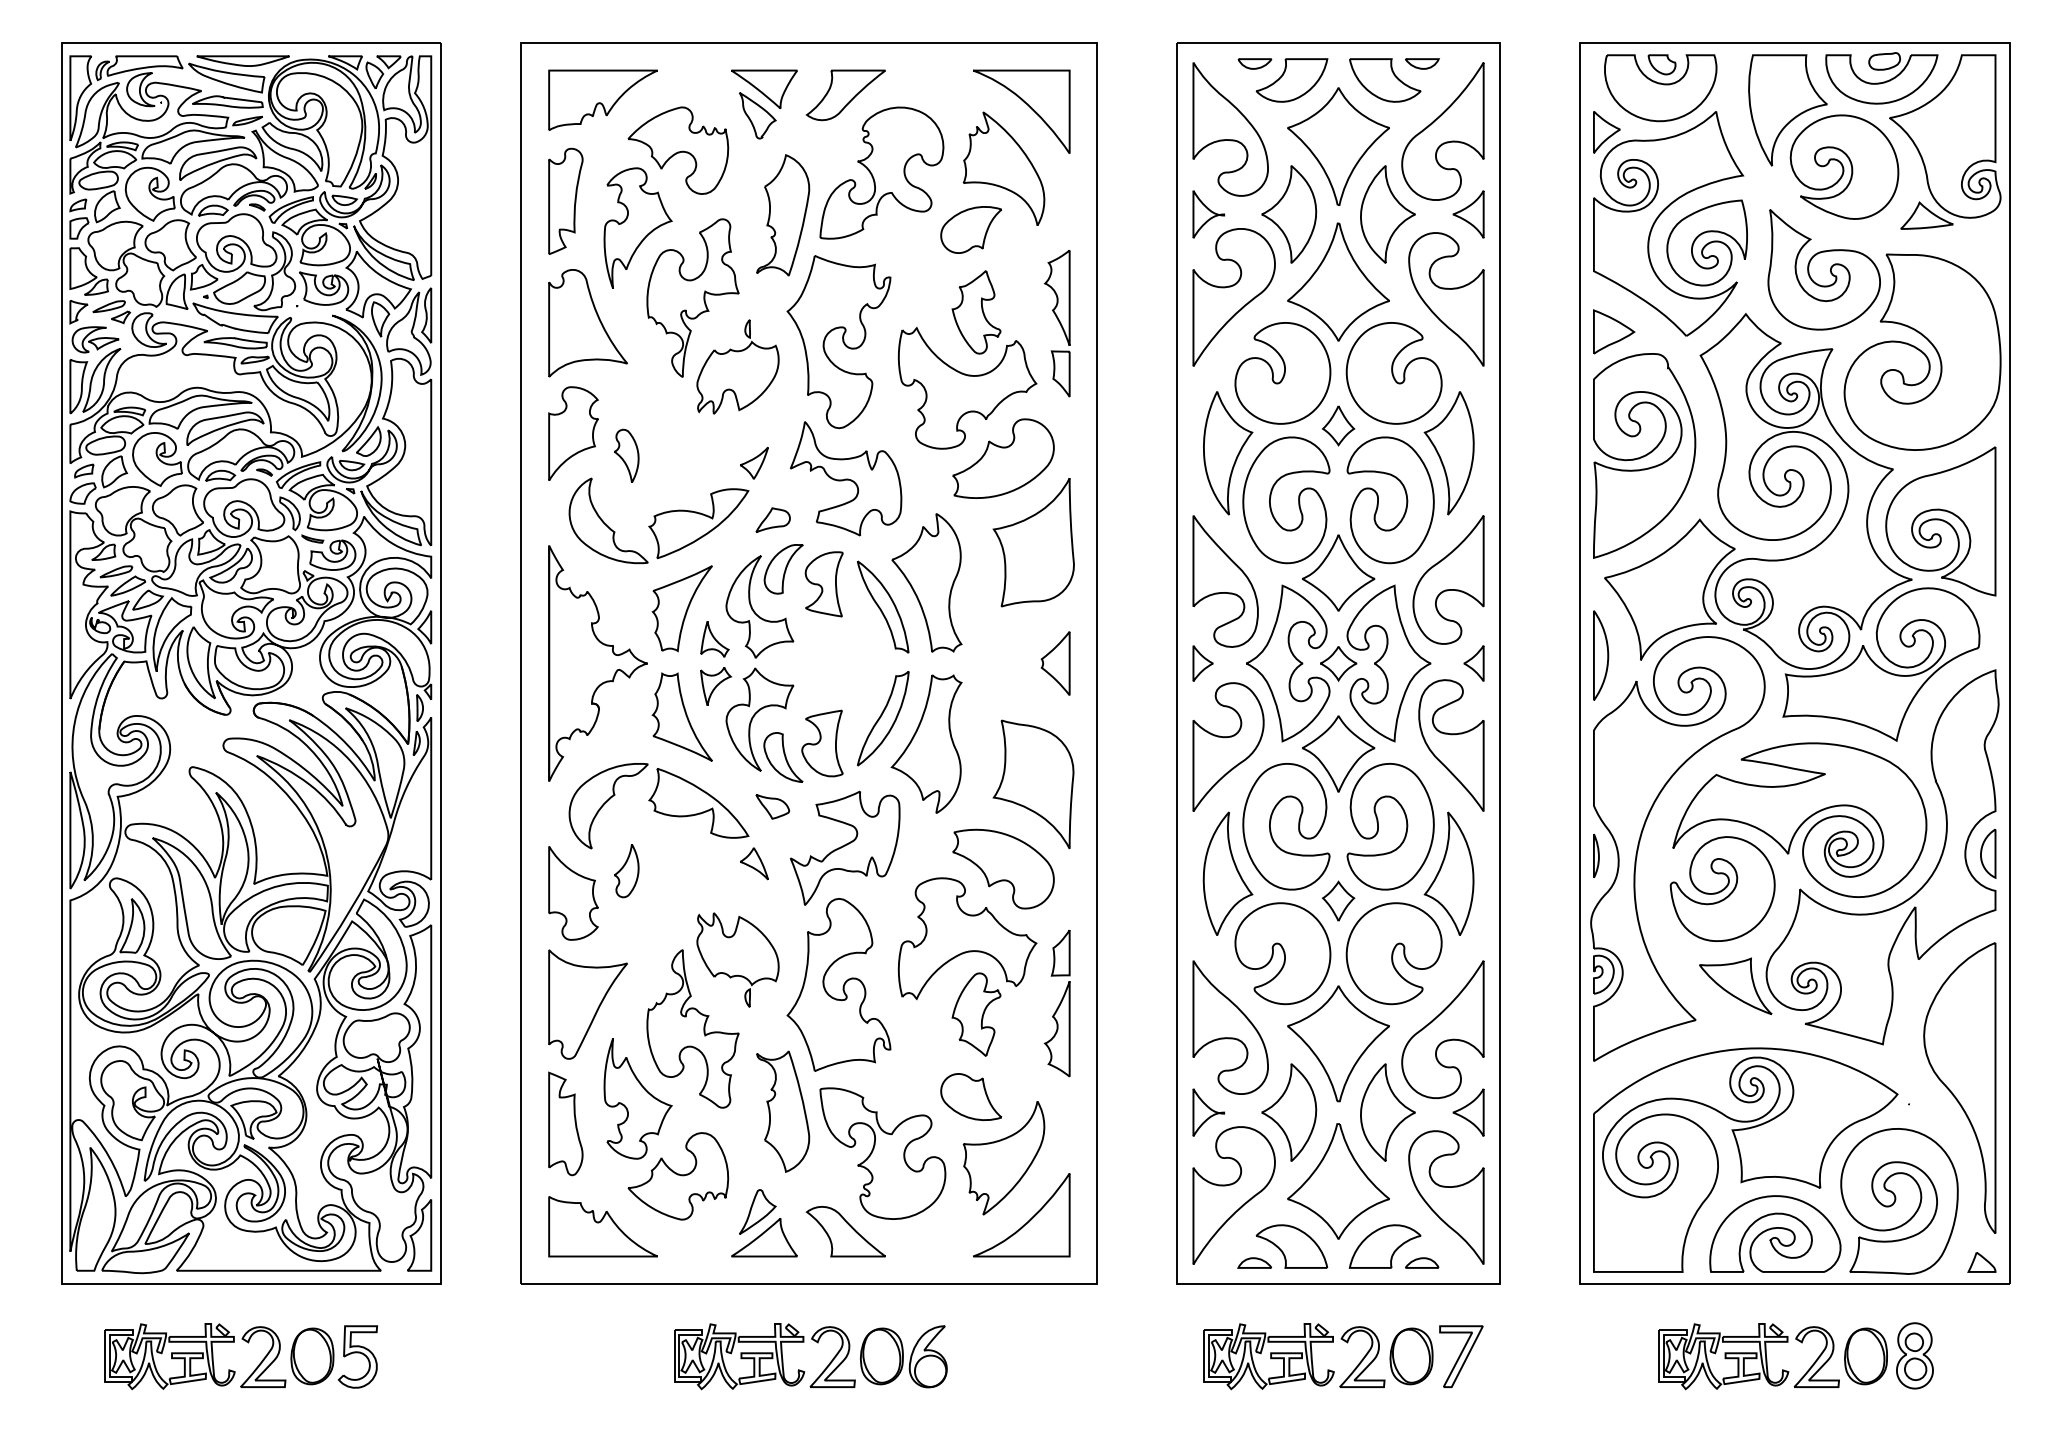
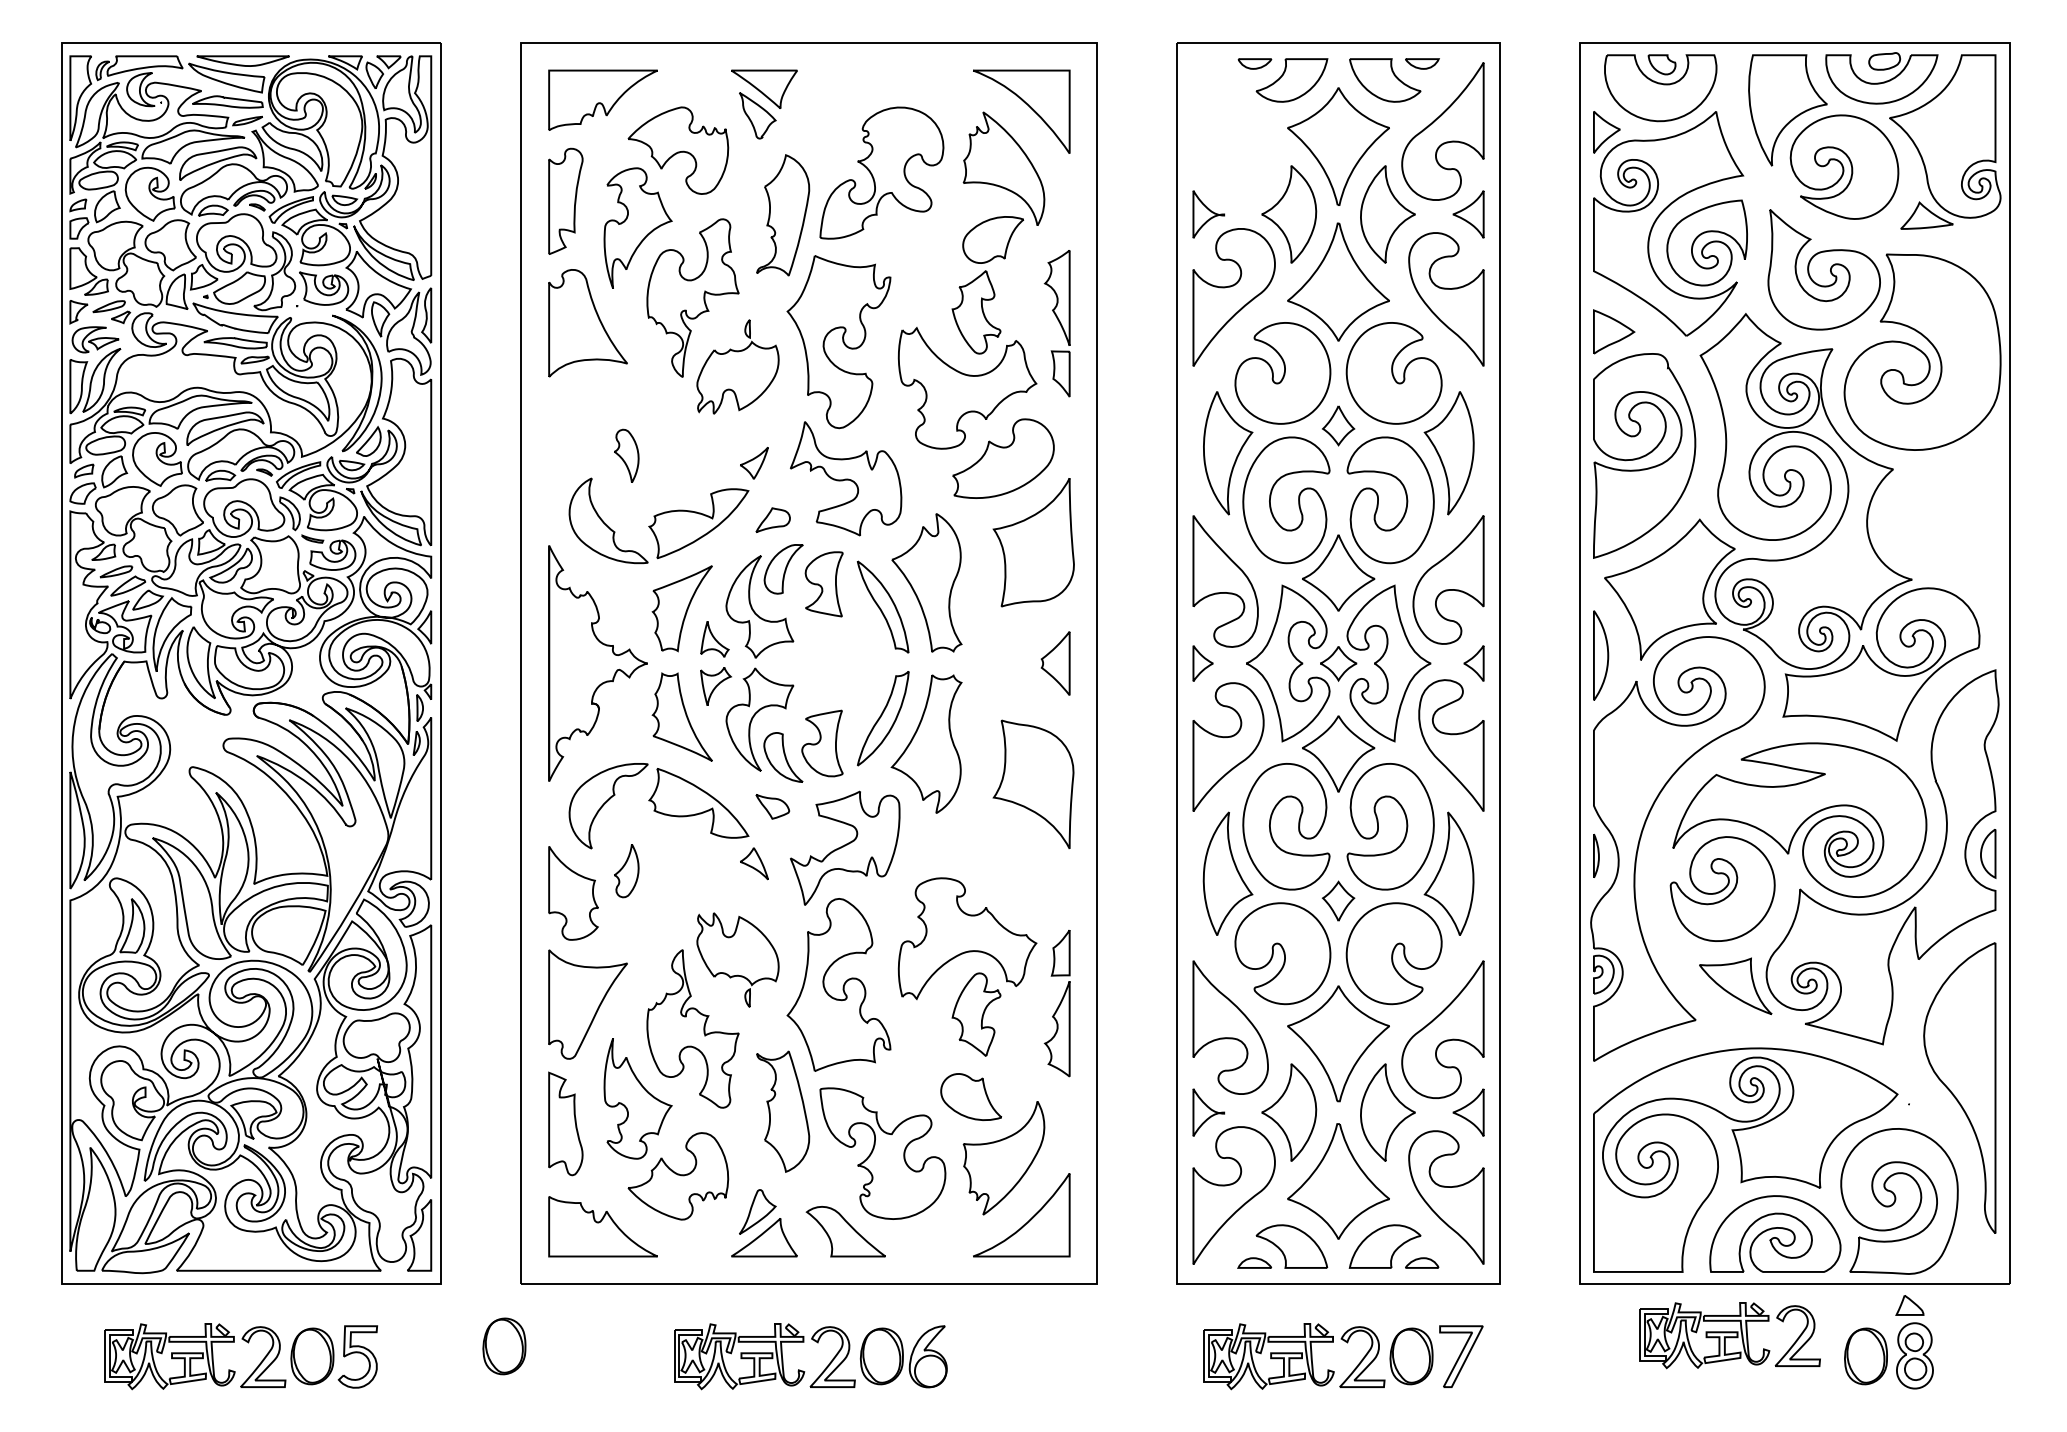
part at (845, 95): present -> none
part at (1230, 129): present -> none
part at (971, 229) position: (971, 229) -> (993, 239)
part at (573, 433): present -> none
part at (1940, 521): present -> none
part at (1003, 868): present -> none
part at (1981, 1262) position: (1981, 1262) -> (1909, 1305)
part at (504, 1346): none -> present
part at (1748, 1356) position: (1748, 1356) -> (1729, 1335)
